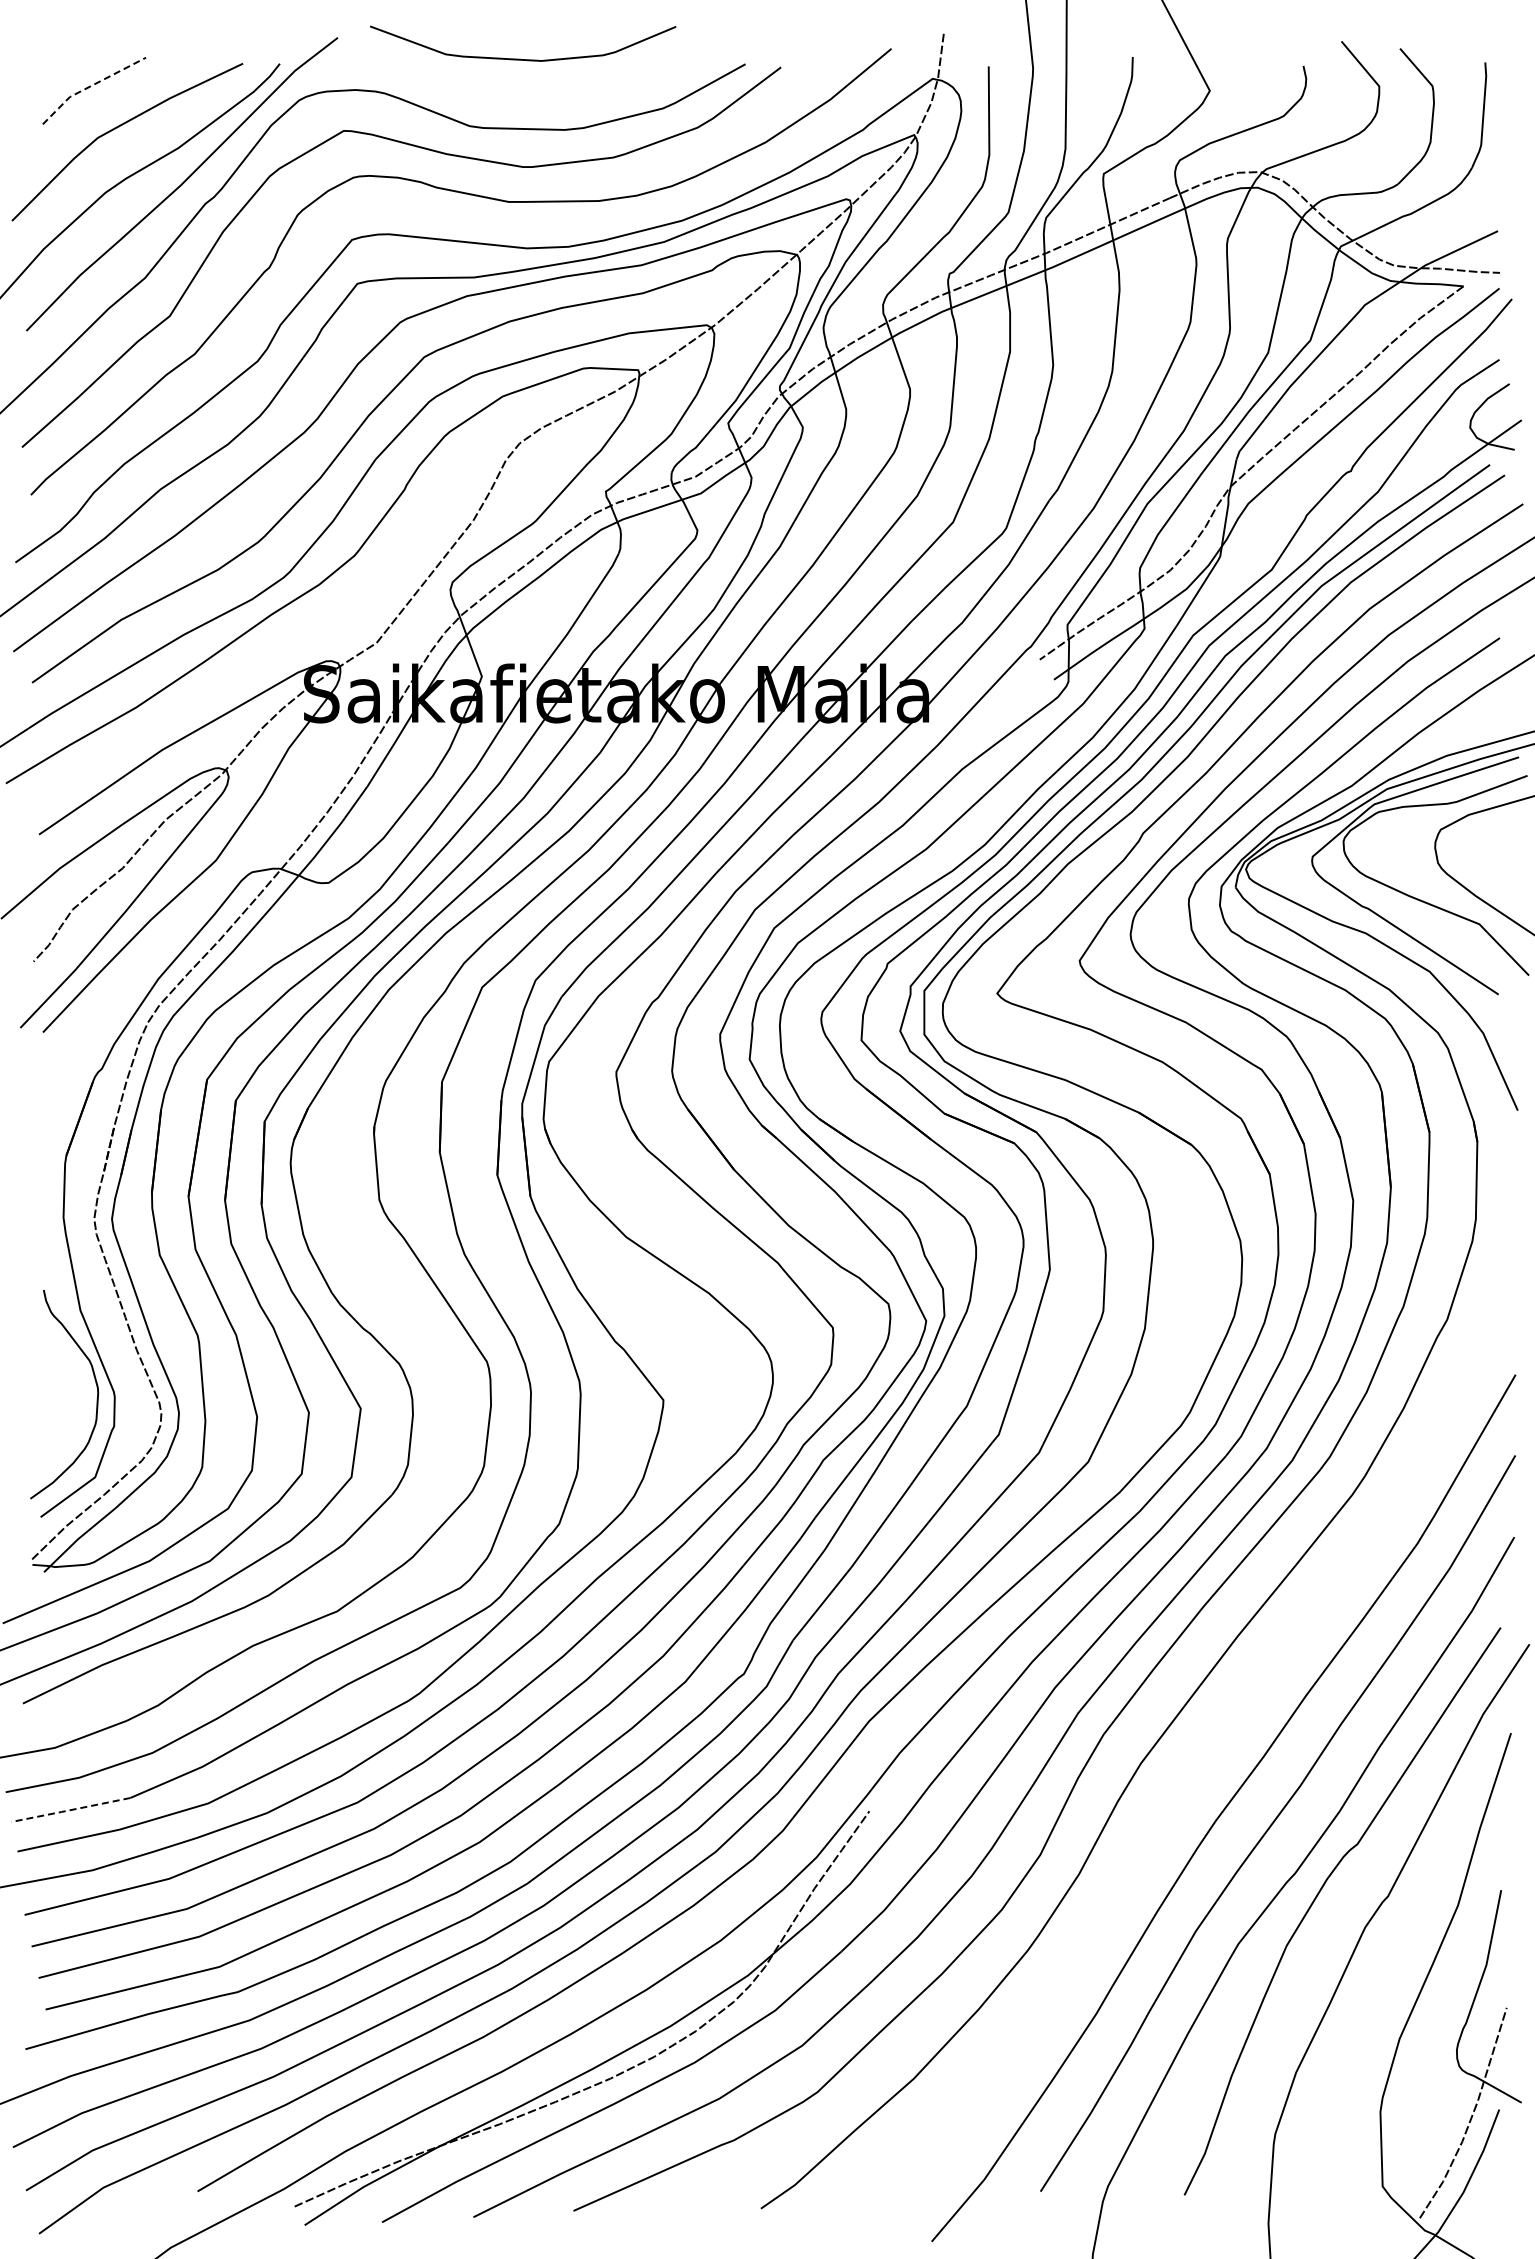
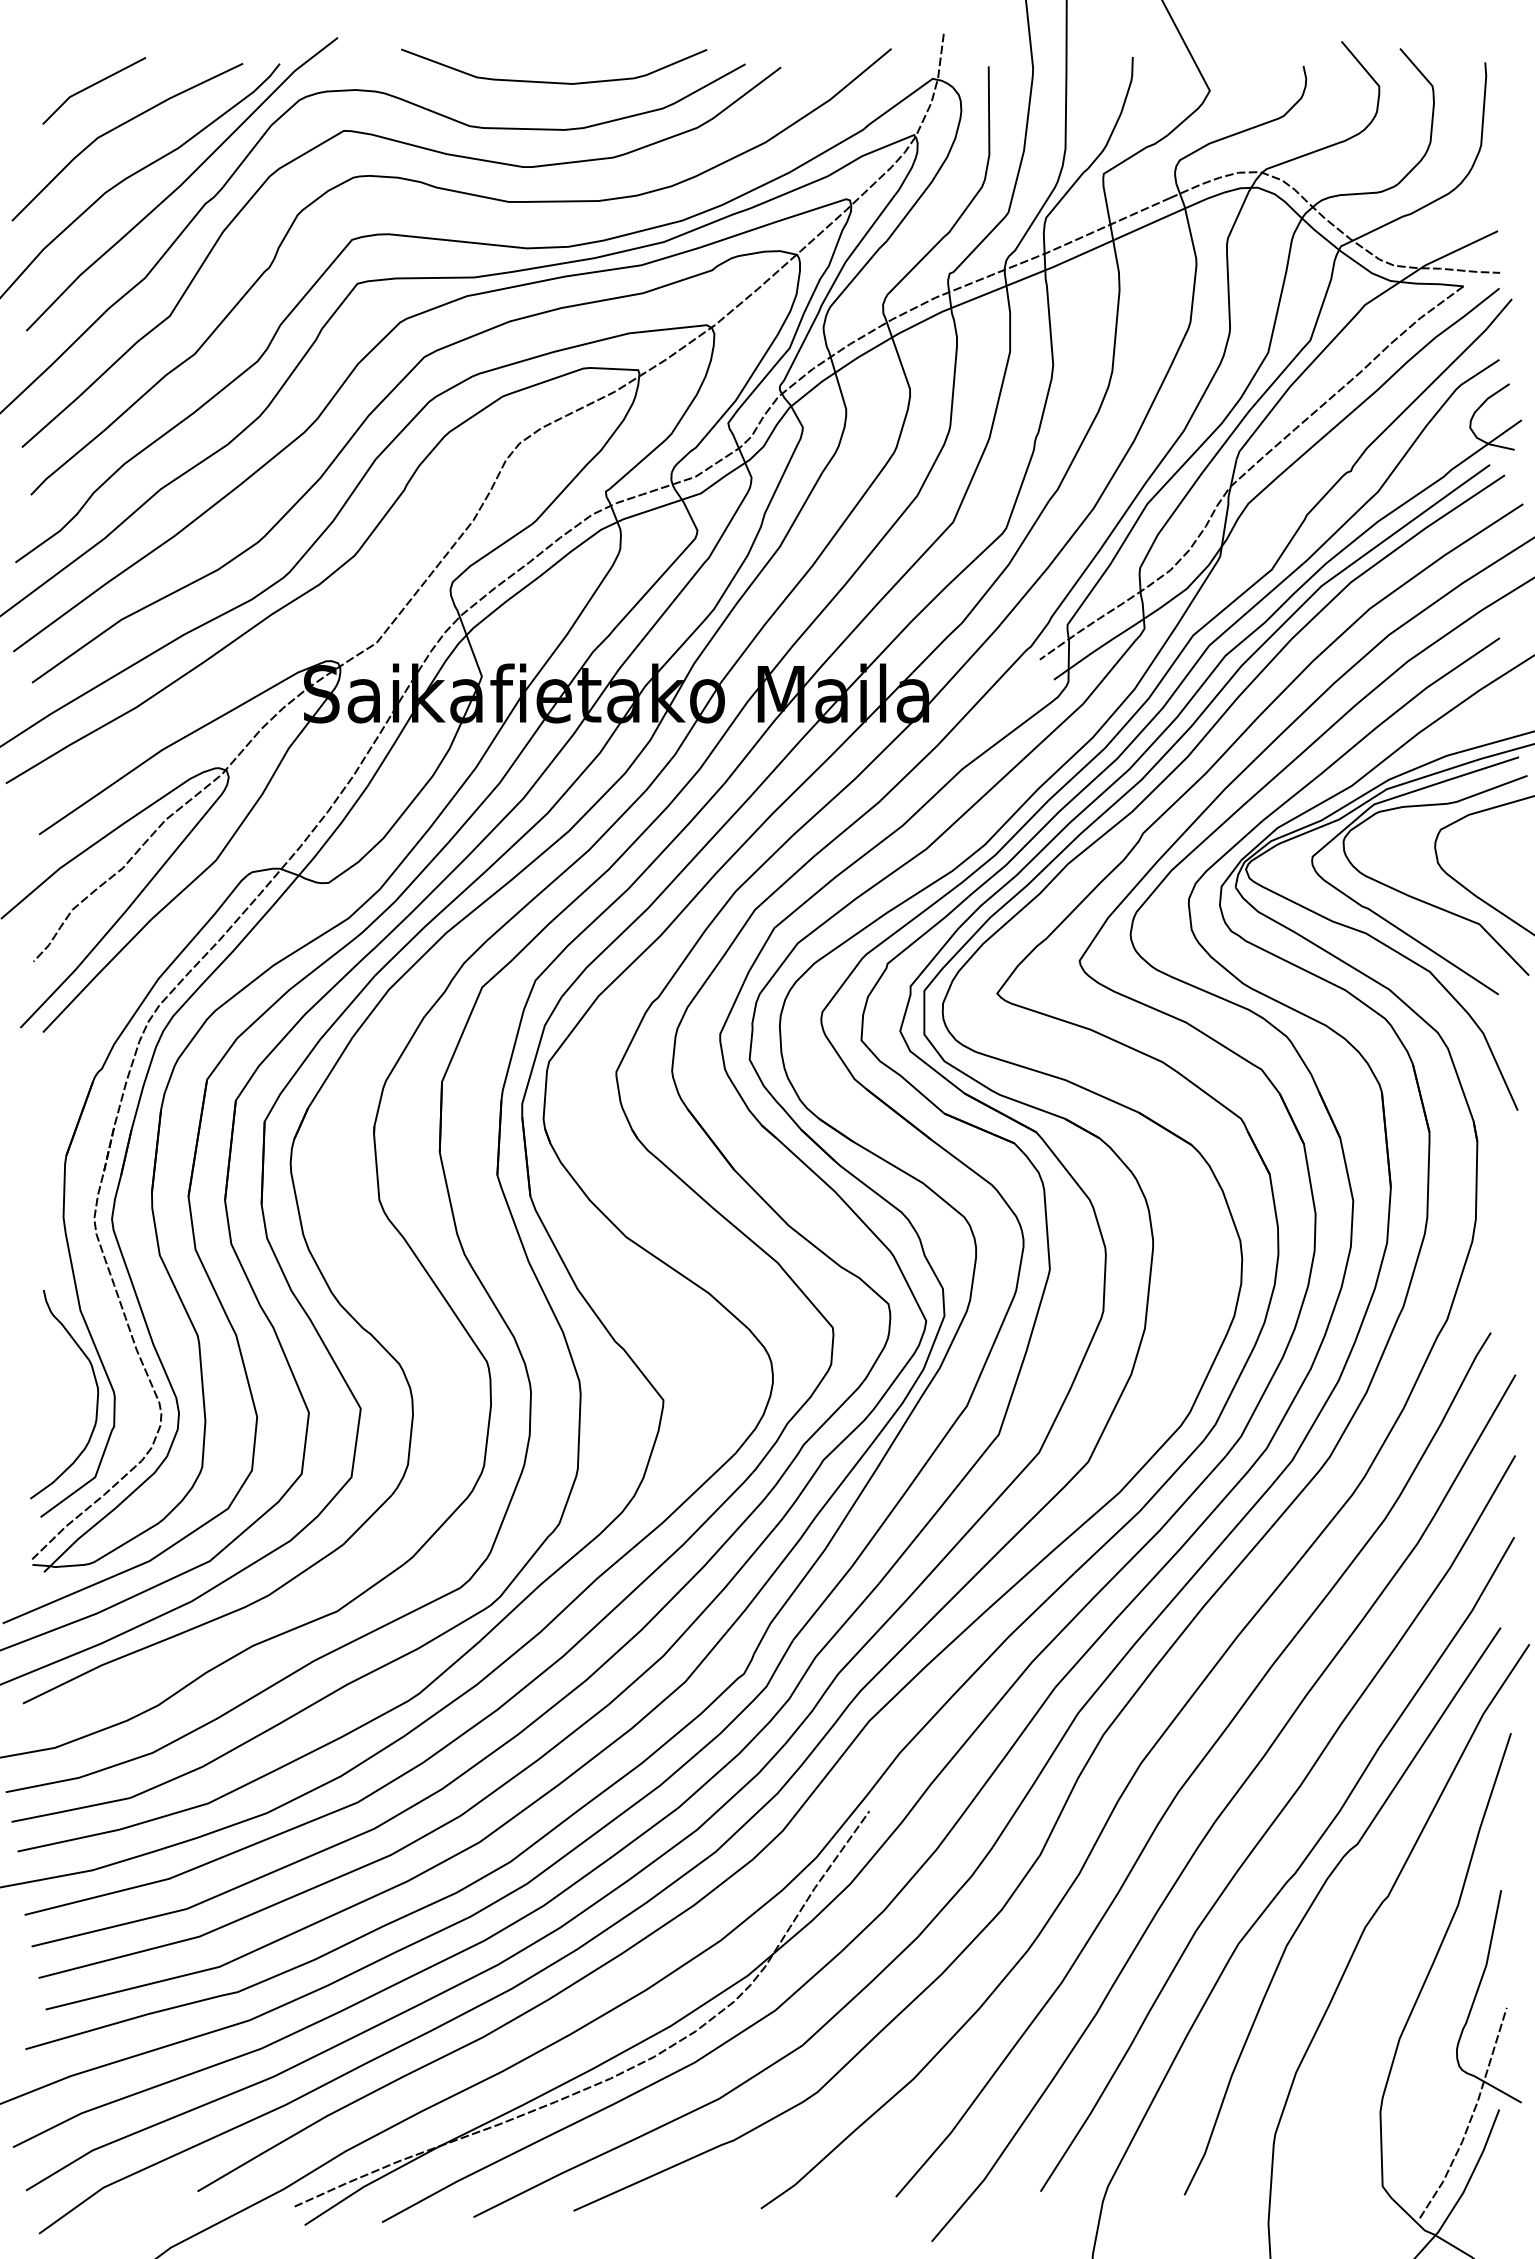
curve at (520, 58) position: (520, 58) -> (551, 81)
line at (90, 86): dashed -> solid
curve at (1196, 1766): none -> present
line at (70, 1810): dashed -> solid
